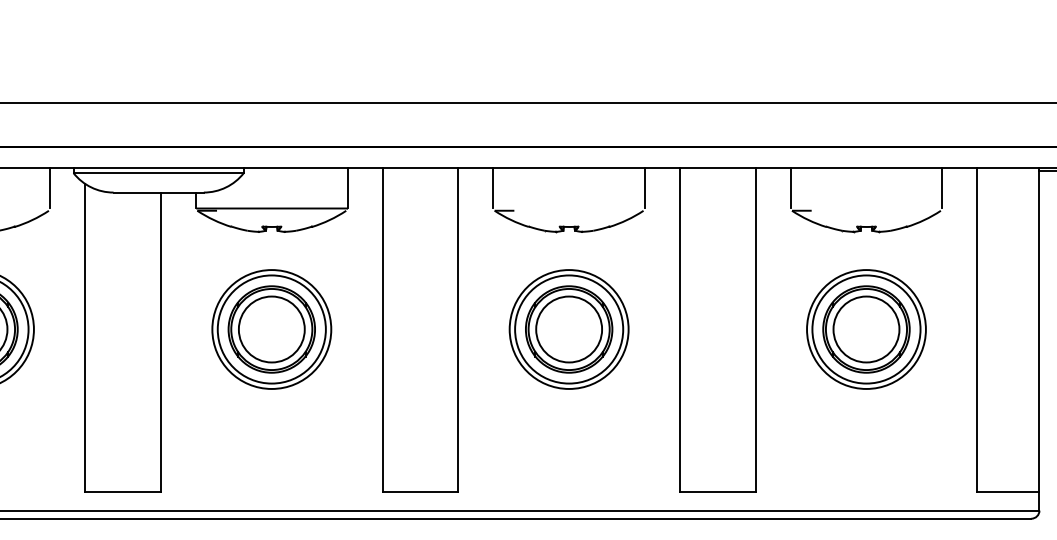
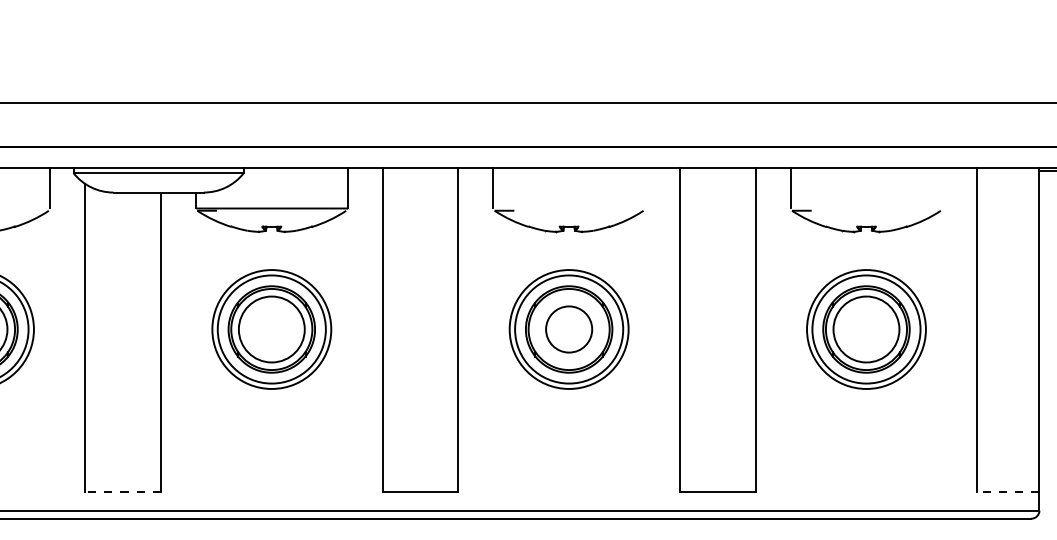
line at (644, 188): present -> none
line at (942, 188): present -> none
circle at (569, 329) diameter: 66 px -> 46 px
line at (123, 491): solid -> dashed
line at (1007, 491): solid -> dashed
